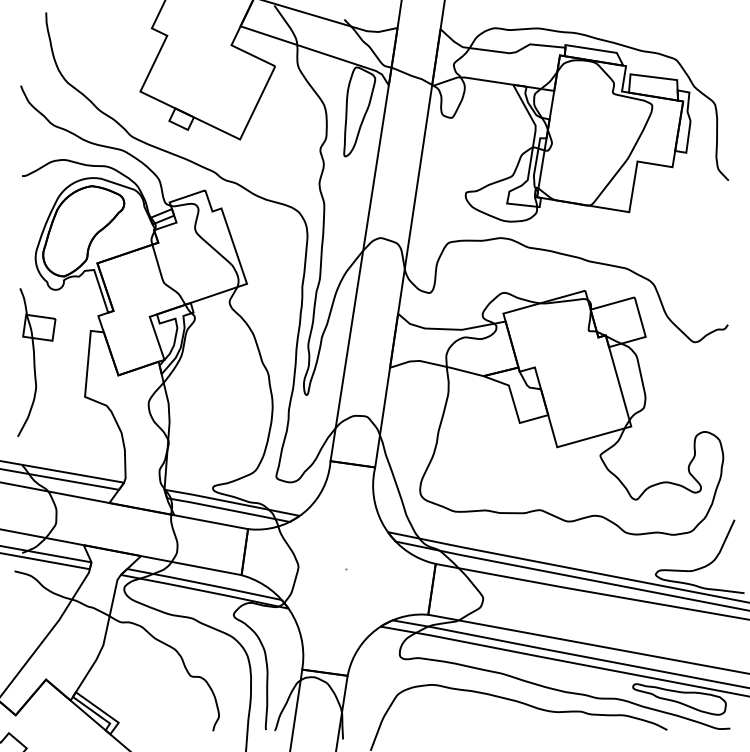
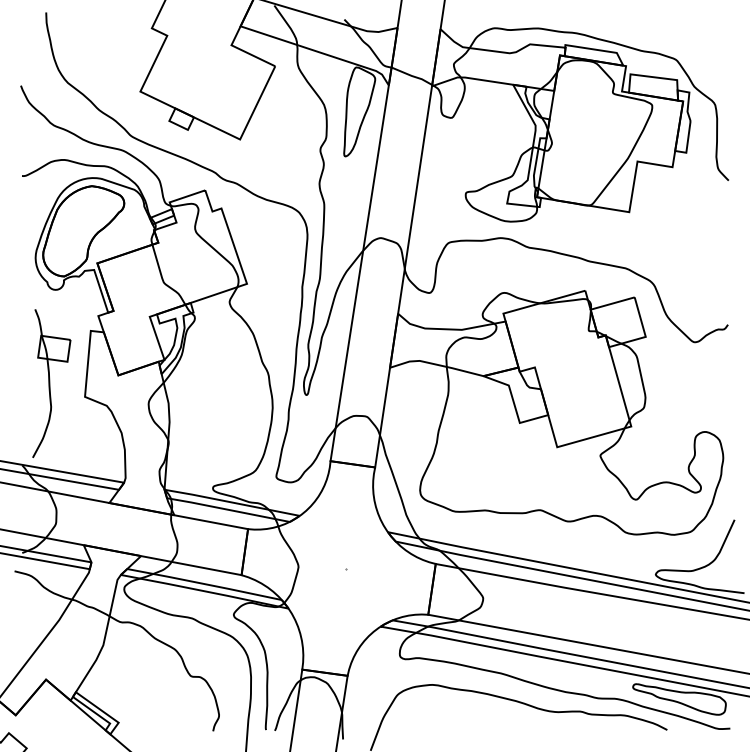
part at (36, 362) position: (36, 362) -> (51, 383)
